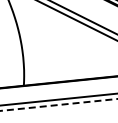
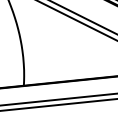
line at (58, 104): dashed -> solid
